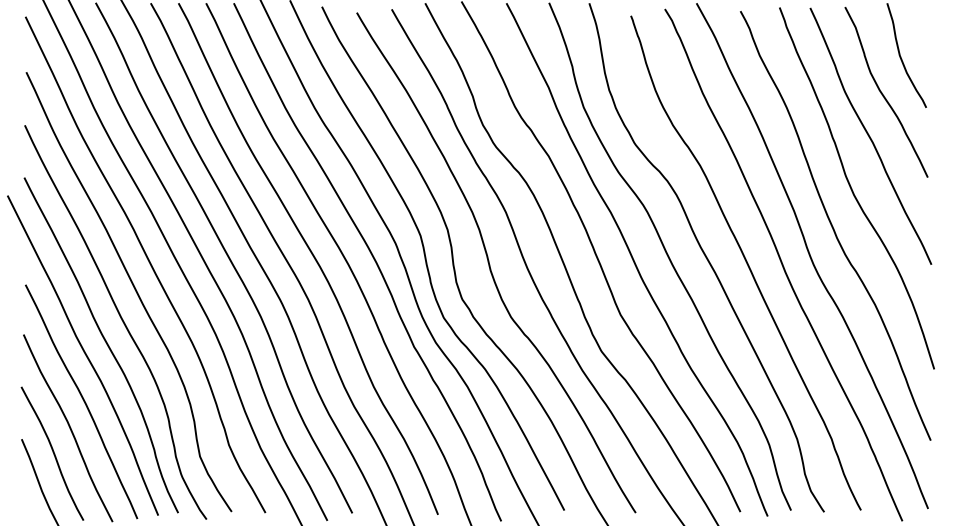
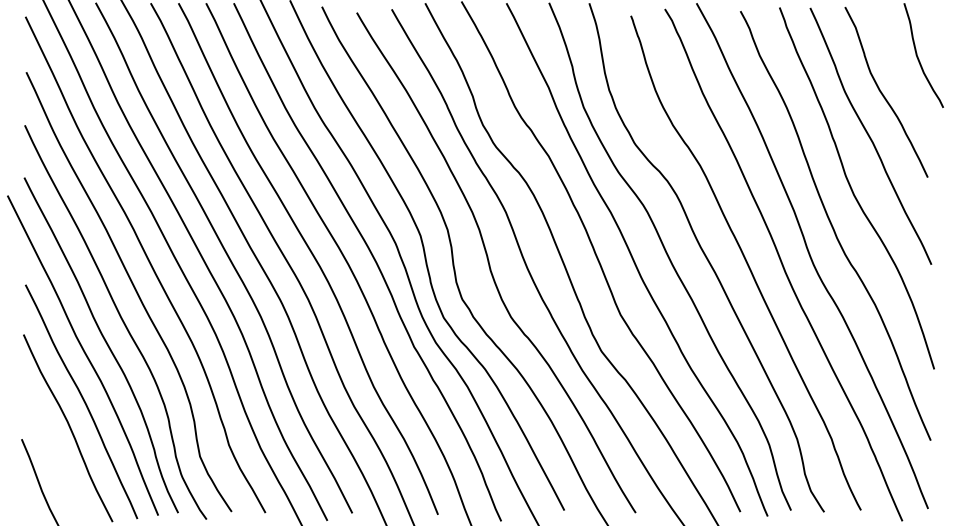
curve at (901, 56) position: (901, 56) -> (918, 56)
curve at (52, 452): present -> none
